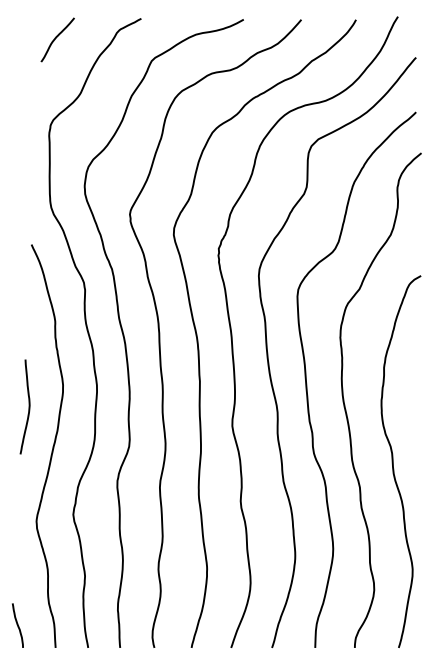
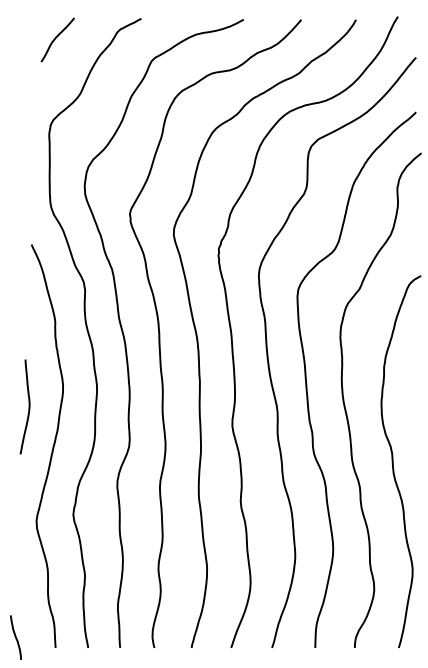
curve at (17, 625) position: (17, 625) -> (15, 637)
